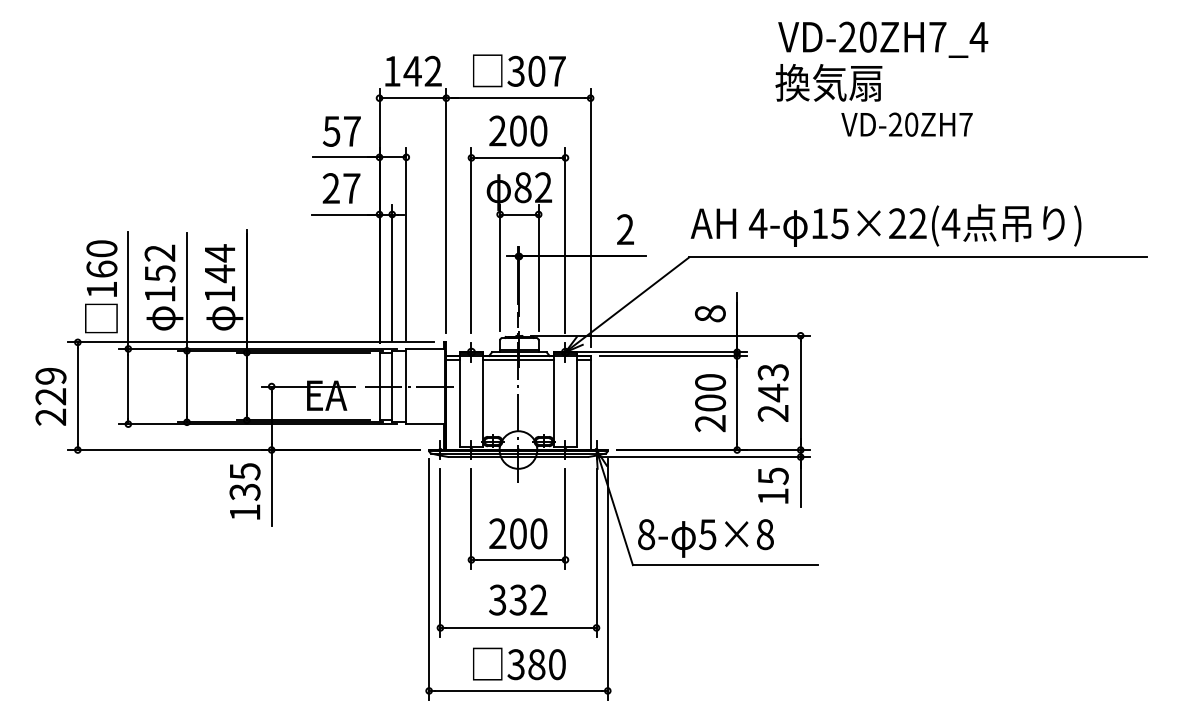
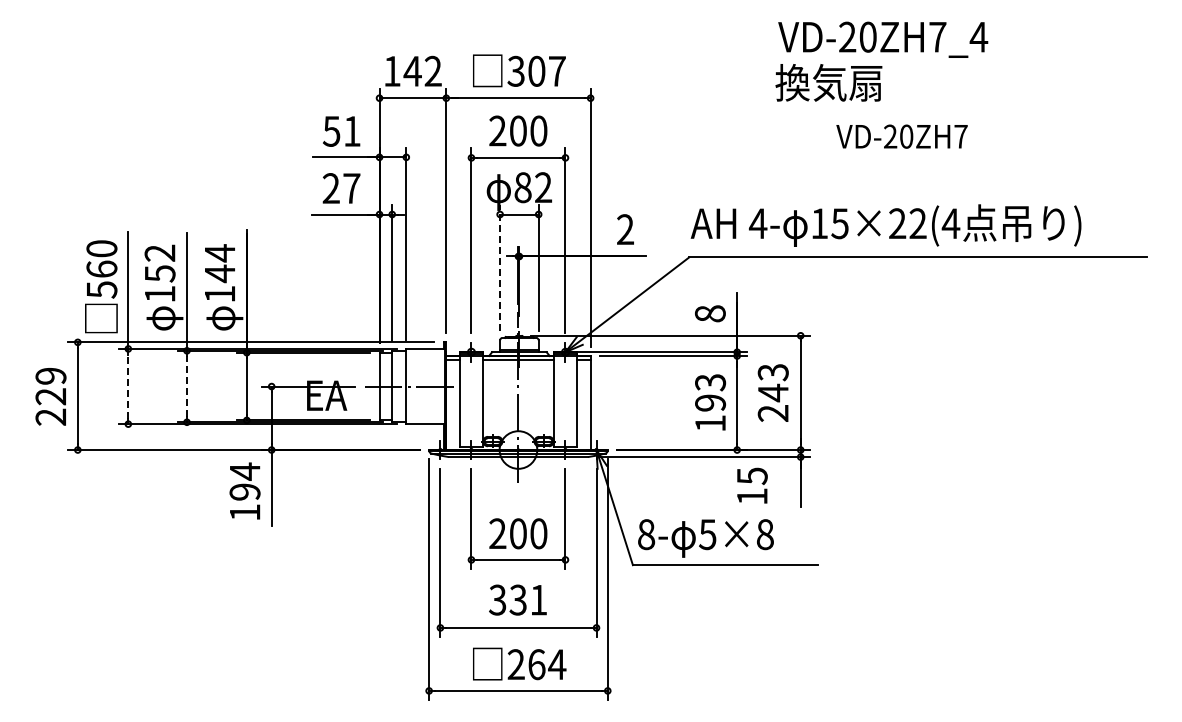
text at (906, 124) position: (906, 124) -> (901, 136)
text at (352, 131): 57 -> 51
line at (500, 268): solid -> dashed
text at (102, 289): 160 -> 560
line at (128, 386): solid -> dashed
line at (187, 386): solid -> dashed
text at (710, 403): 200 -> 193
text at (244, 481): 135 -> 194
text at (773, 485) position: (773, 485) -> (752, 485)
text at (538, 599): 332 -> 331
text at (536, 664): 380 -> 264
